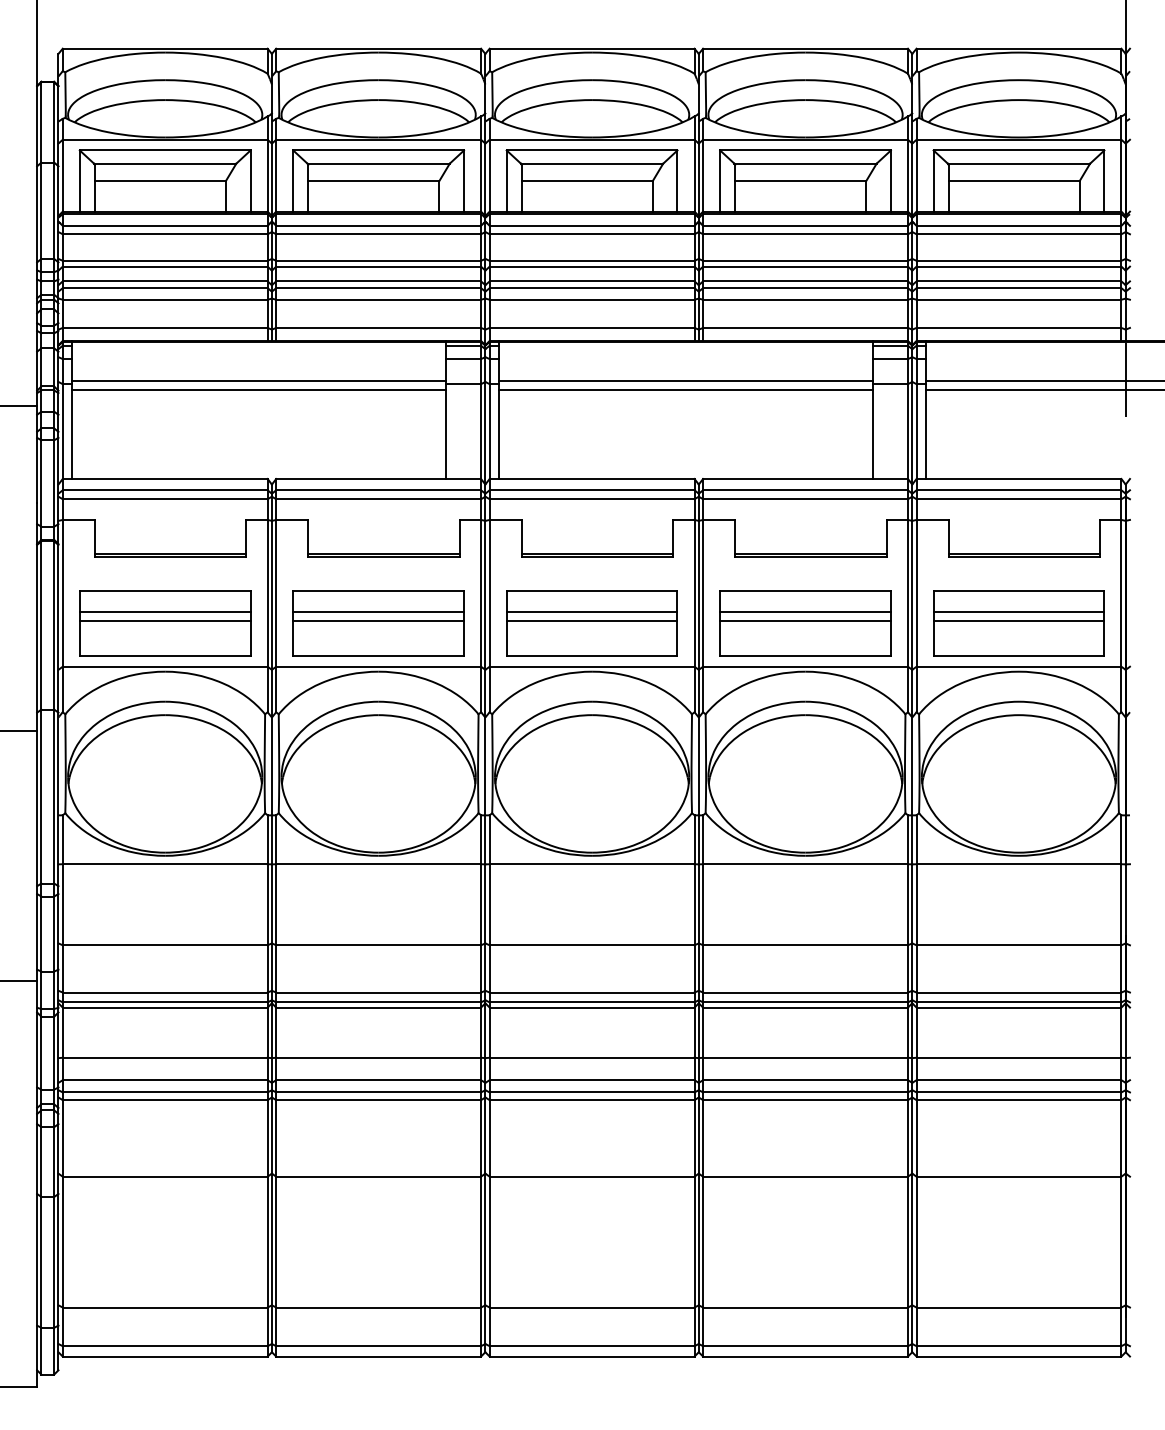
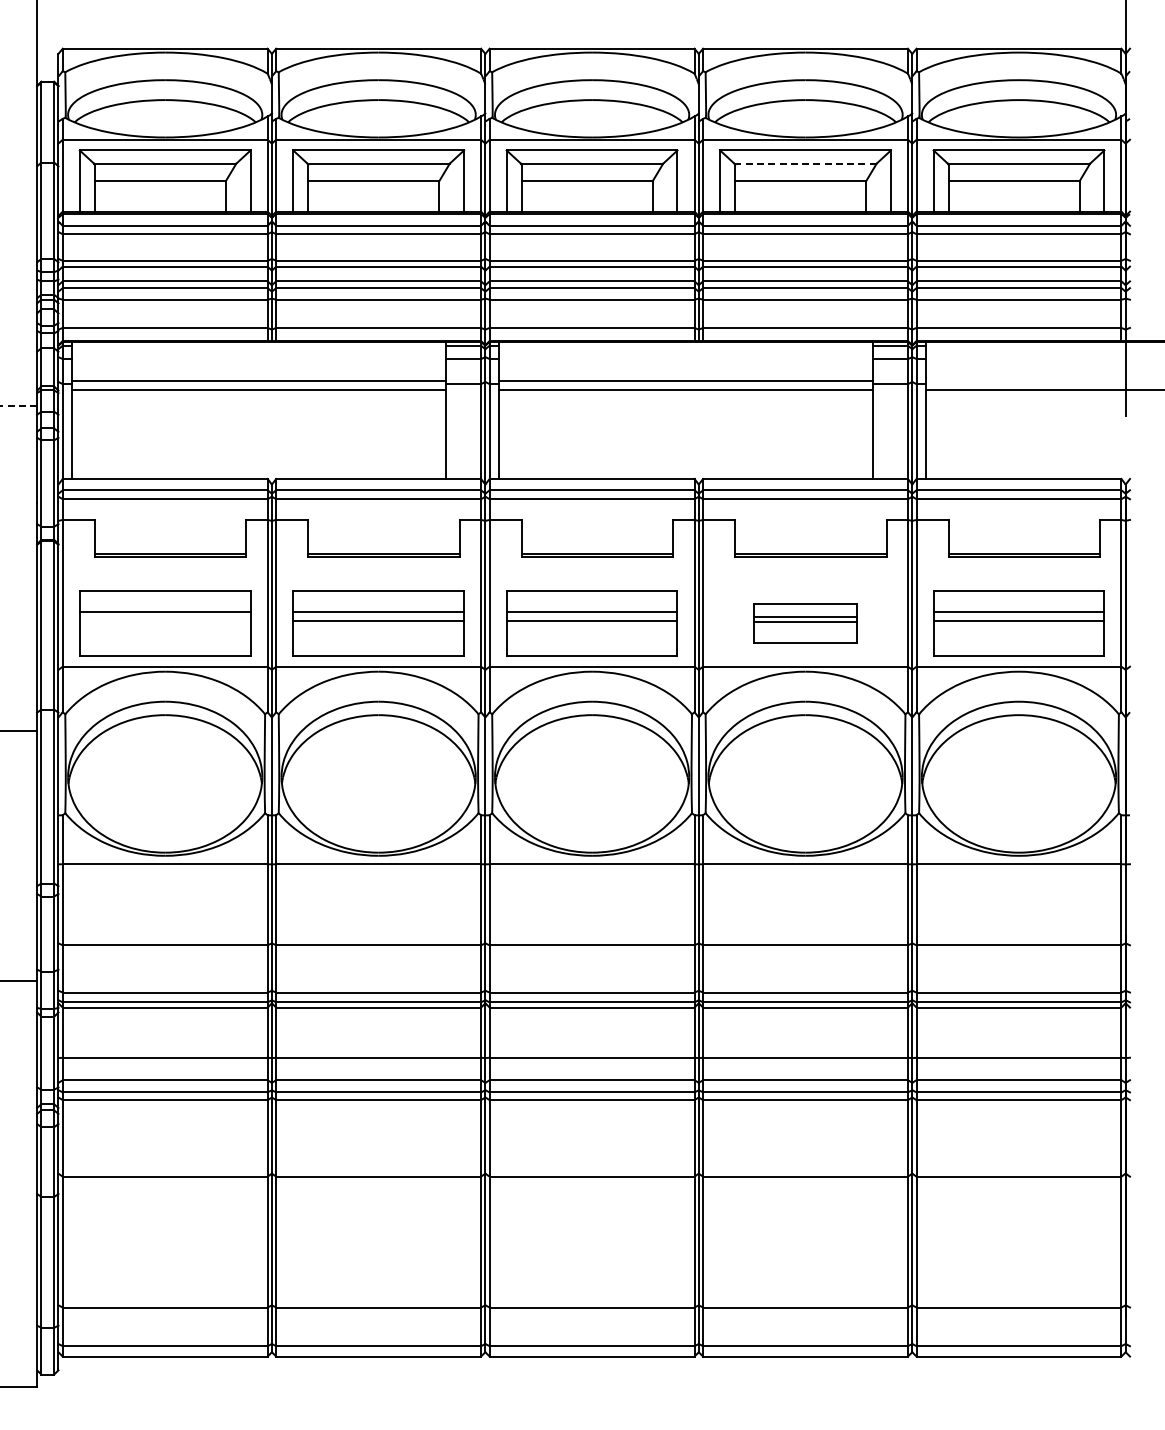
line at (805, 163): solid -> dashed
line at (1043, 380): present -> none
line at (18, 406): solid -> dashed
line at (164, 620): present -> none
part at (805, 623) size: 173x67 px -> 105x41 px
